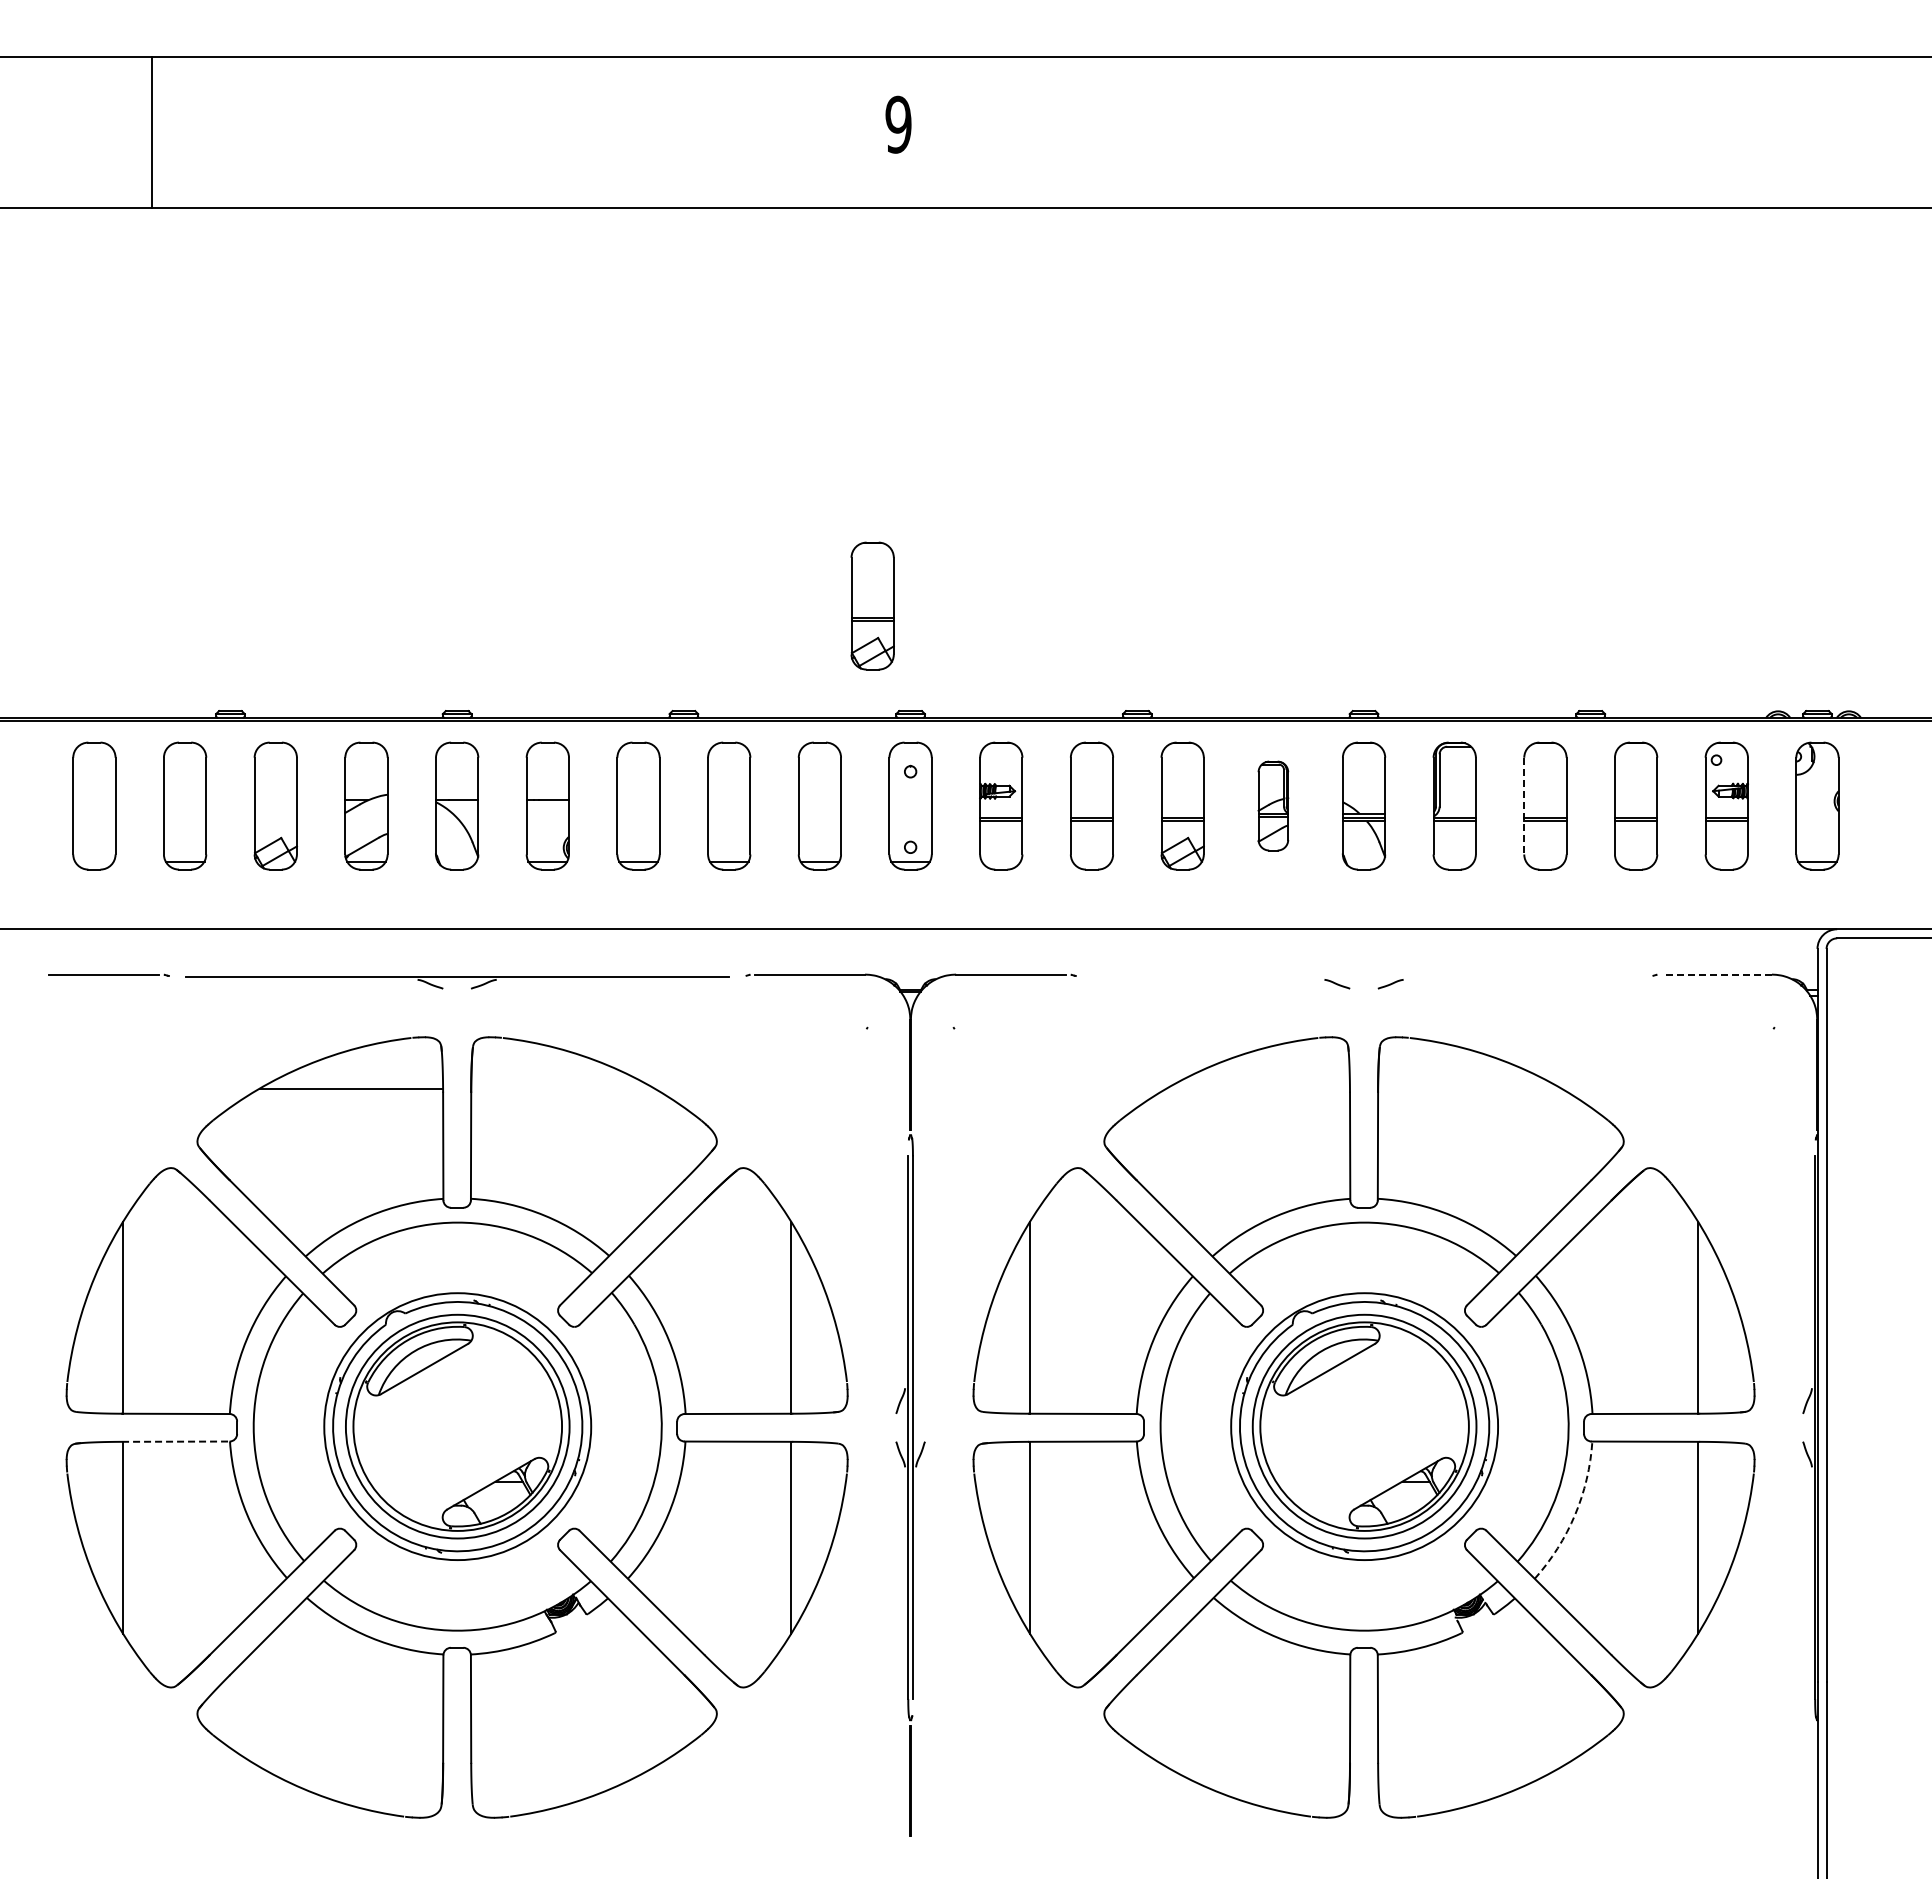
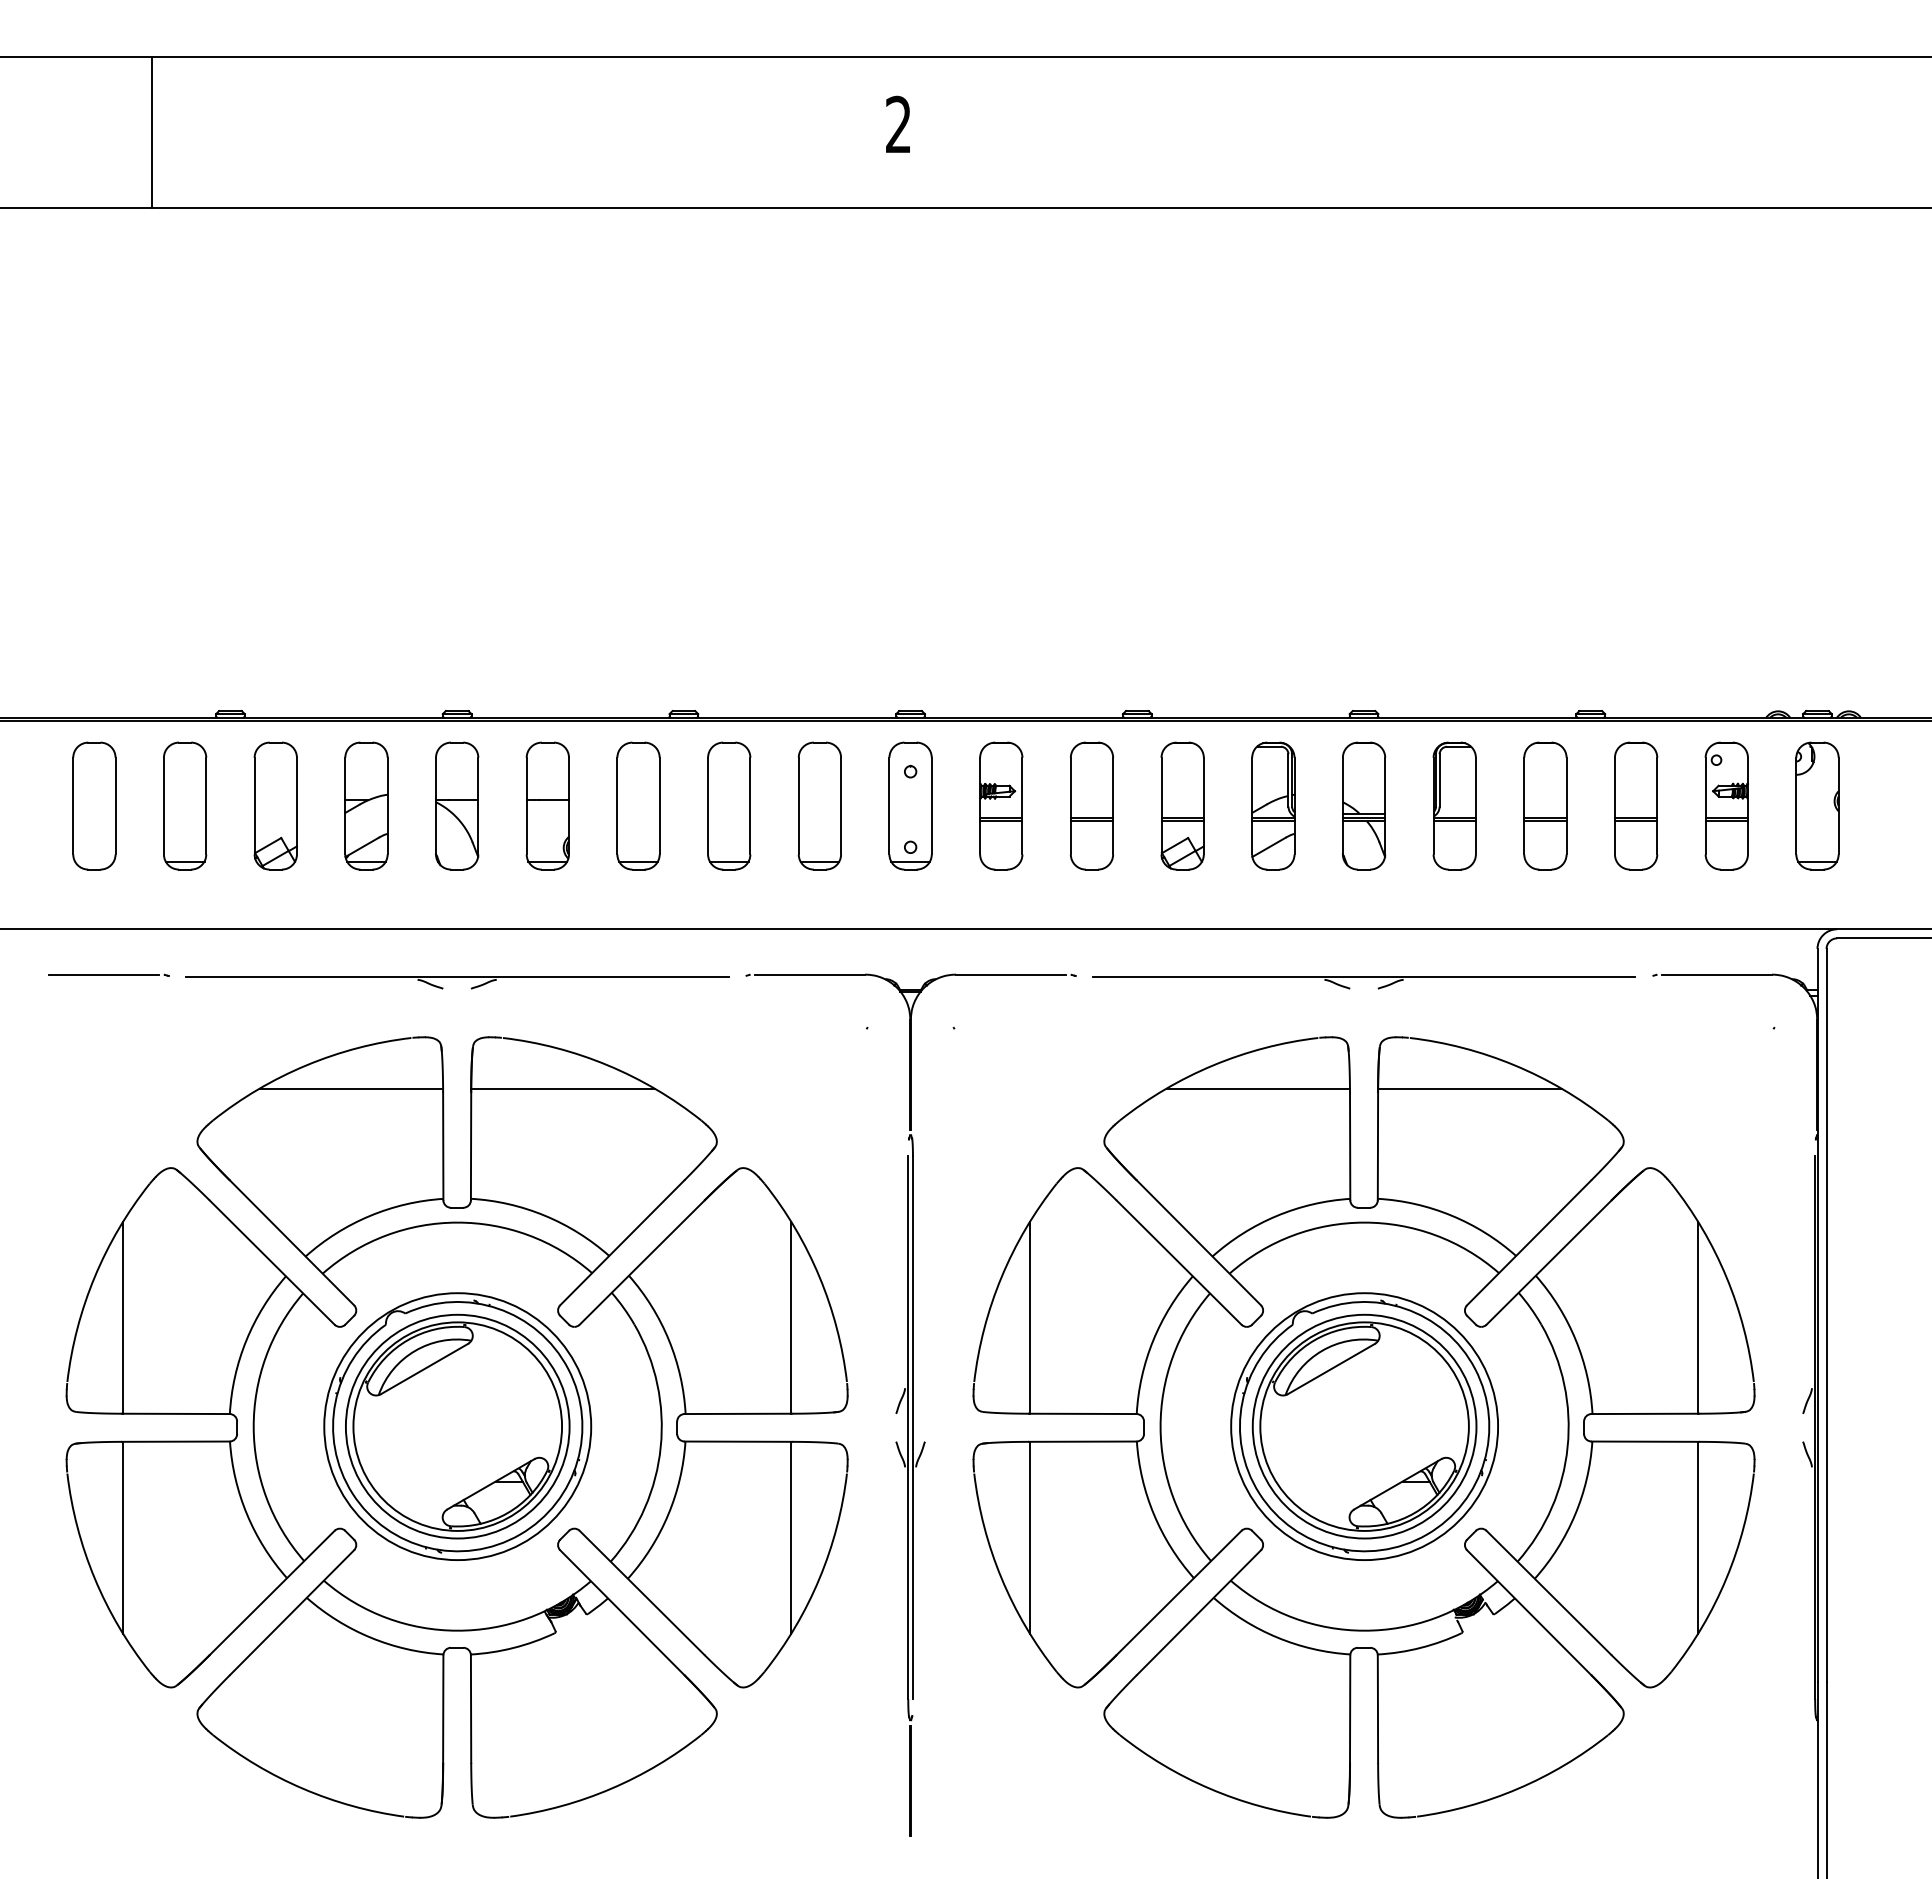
text at (898, 124): 9 -> 2
part at (872, 605): present -> none
part at (1273, 805) size: 33x92 px -> 45x130 px
line at (1524, 806): dashed -> solid
line at (1716, 974): dashed -> solid
line at (1363, 976): none -> present
line at (562, 1088): none -> present
line at (1257, 1088): none -> present
line at (1469, 1088): none -> present
line at (175, 1441): dashed -> solid
arc at (1575, 1515): dashed -> solid
